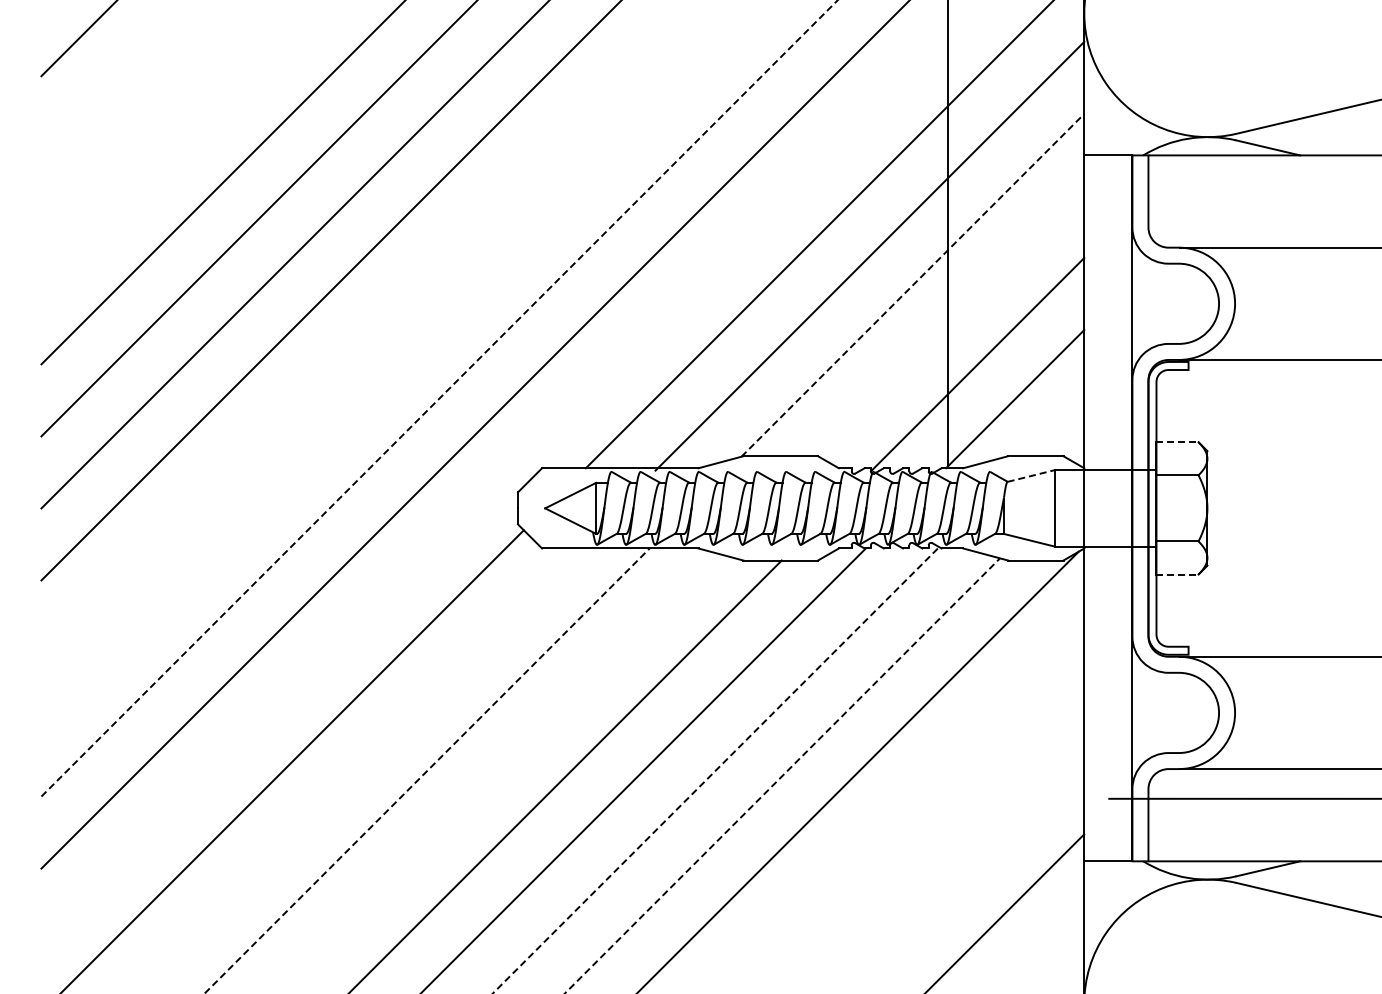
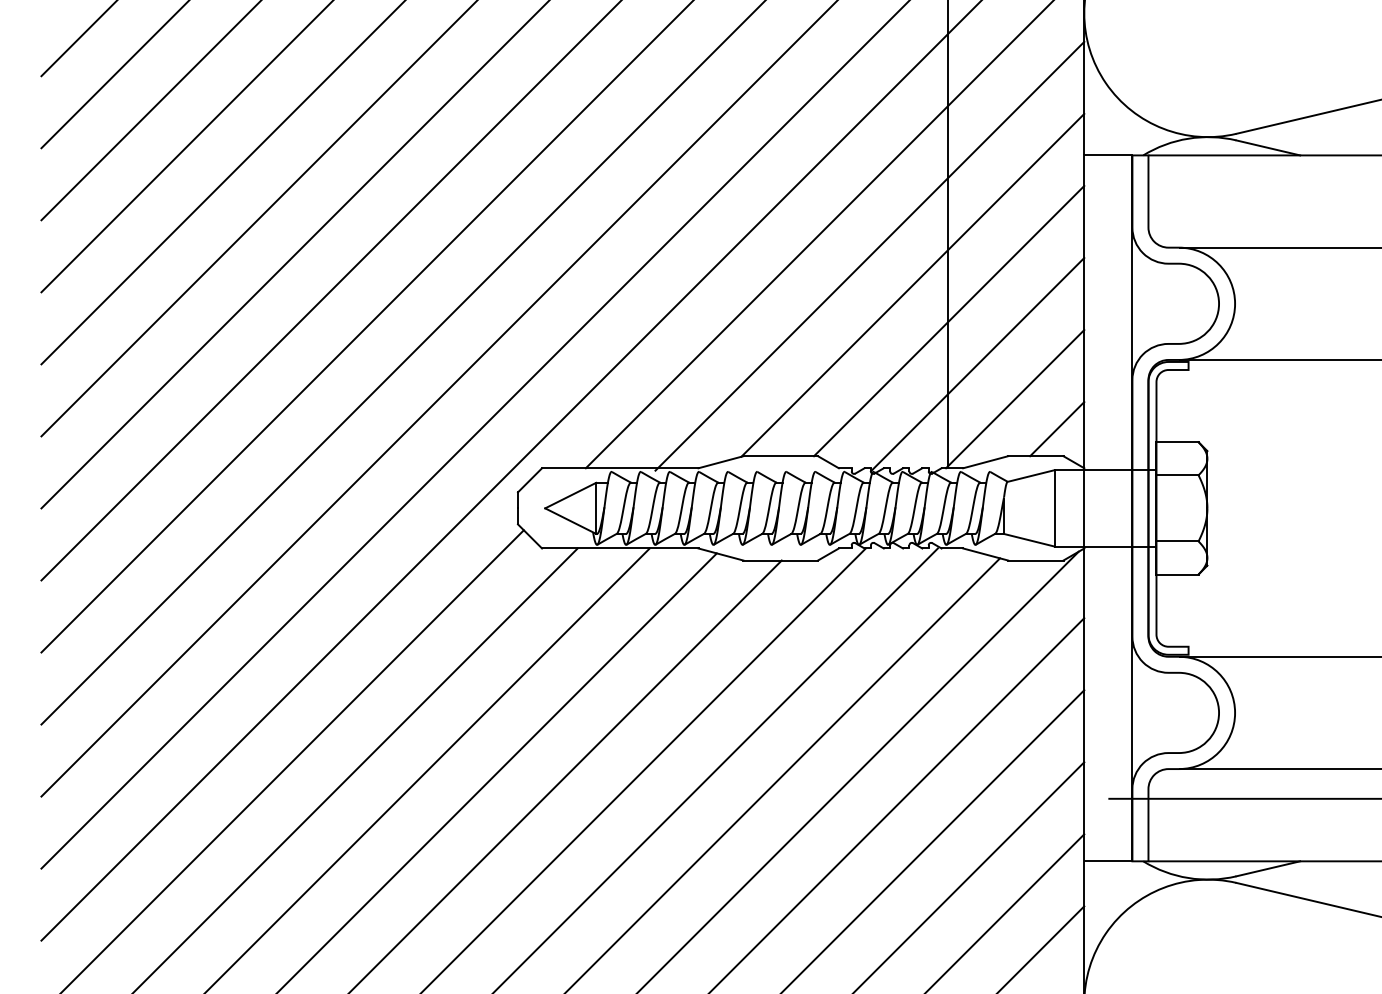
line at (114, 75): none -> present
line at (150, 111): none -> present
line at (186, 147): none -> present
line at (913, 284): dashed -> solid
line at (949, 320): none -> present
line at (366, 327): none -> present
line at (402, 363): none -> present
line at (439, 398): dashed -> solid
line at (1057, 429): none -> present
line at (1178, 442): dashed -> solid
line at (510, 471): none -> present
line at (1031, 475): dashed -> solid
line at (1178, 574): dashed -> solid
line at (356, 769): none -> present
line at (427, 771): dashed -> solid
line at (497, 771): none -> present
line at (715, 771): dashed -> solid
line at (782, 775): dashed -> solid
line at (898, 804): none -> present
line at (933, 840): none -> present
line at (969, 876): none -> present
line at (1042, 948): none -> present
